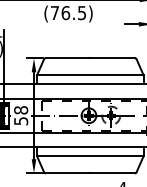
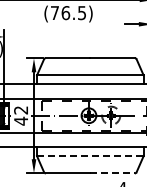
text at (21, 115): 58 -> 42
line at (90, 156): solid -> dashed
line at (113, 173): solid -> dashed
